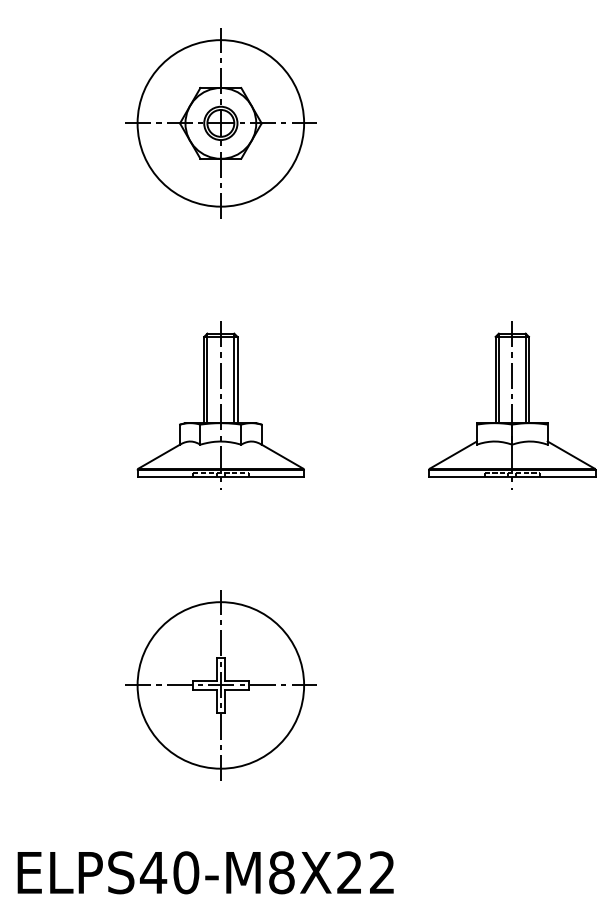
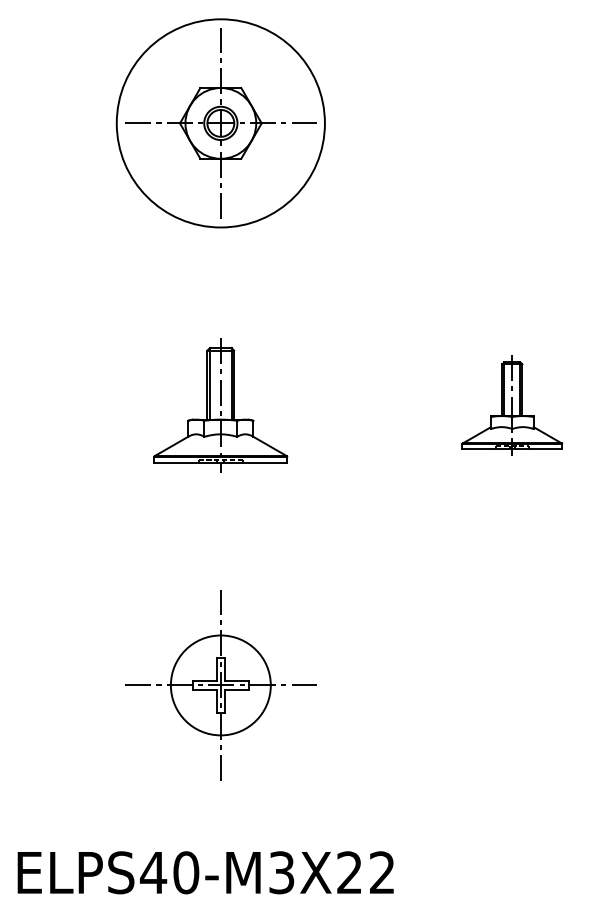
circle at (220, 123) diameter: 167 px -> 208 px
part at (220, 405) size: 169x169 px -> 136x135 px
part at (512, 405) size: 169x169 px -> 103x101 px
circle at (220, 685) diameter: 167 px -> 100 px
text at (281, 872): ELPS40-M8X22 -> ELPS40-M3X22
